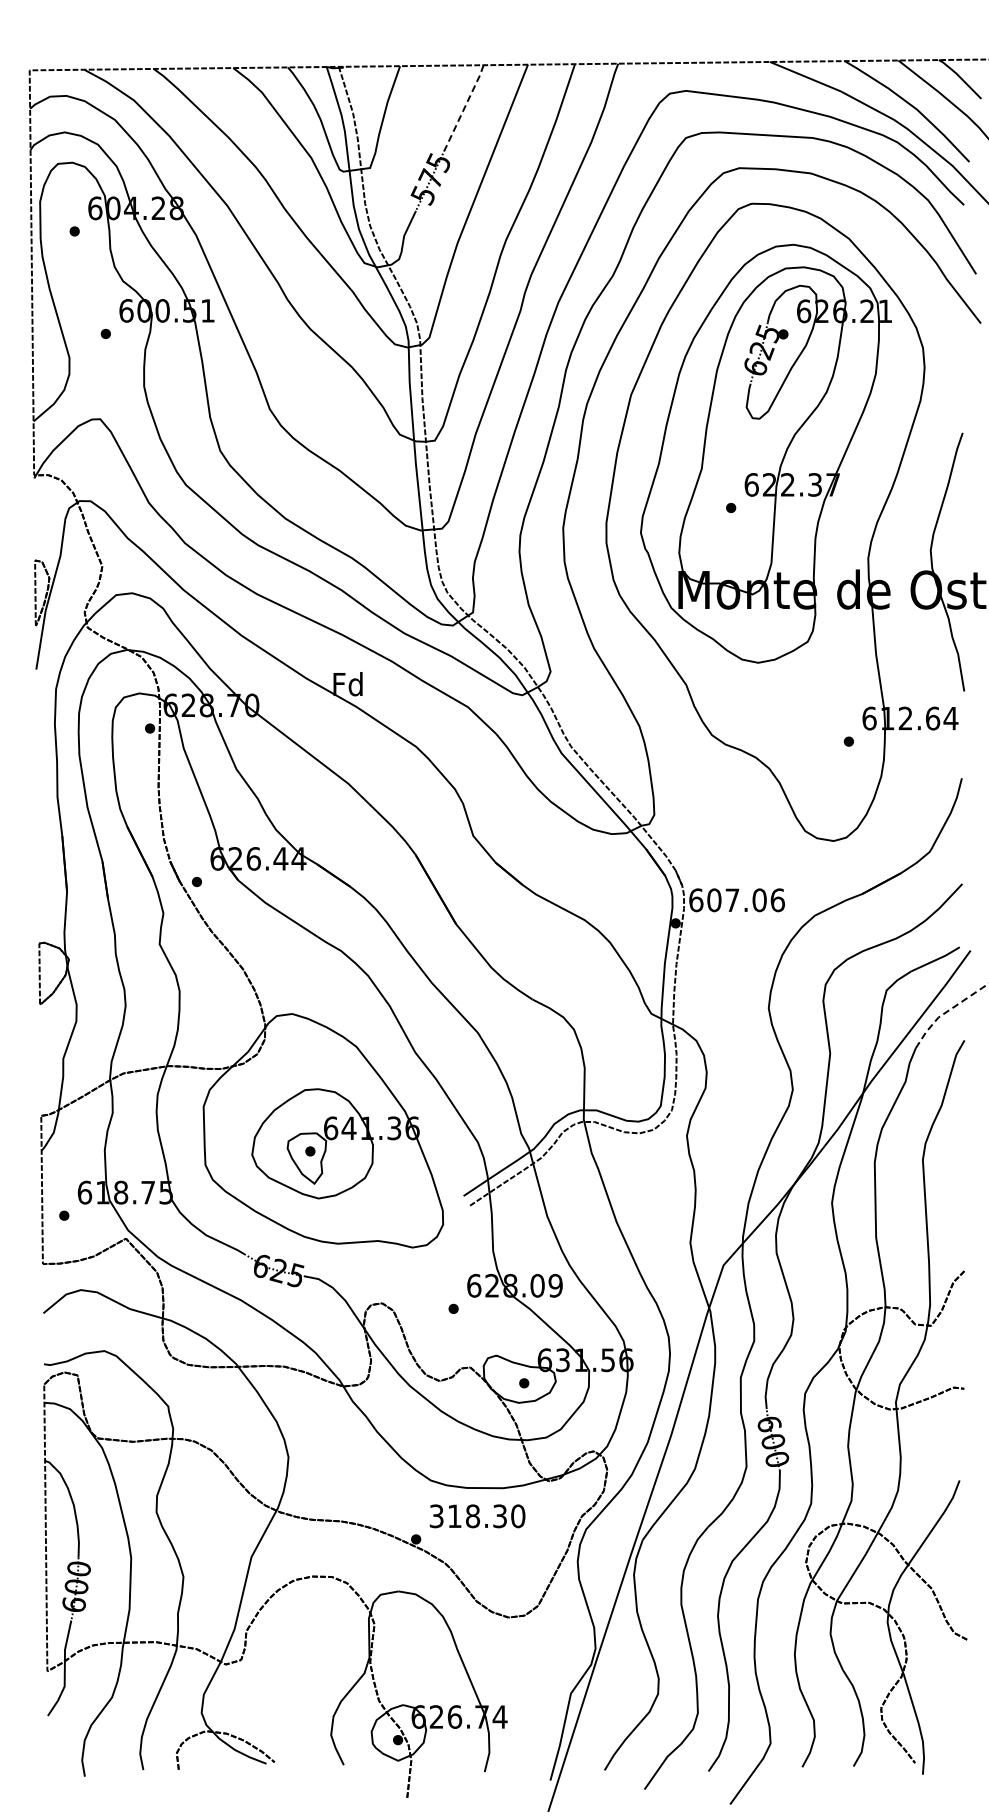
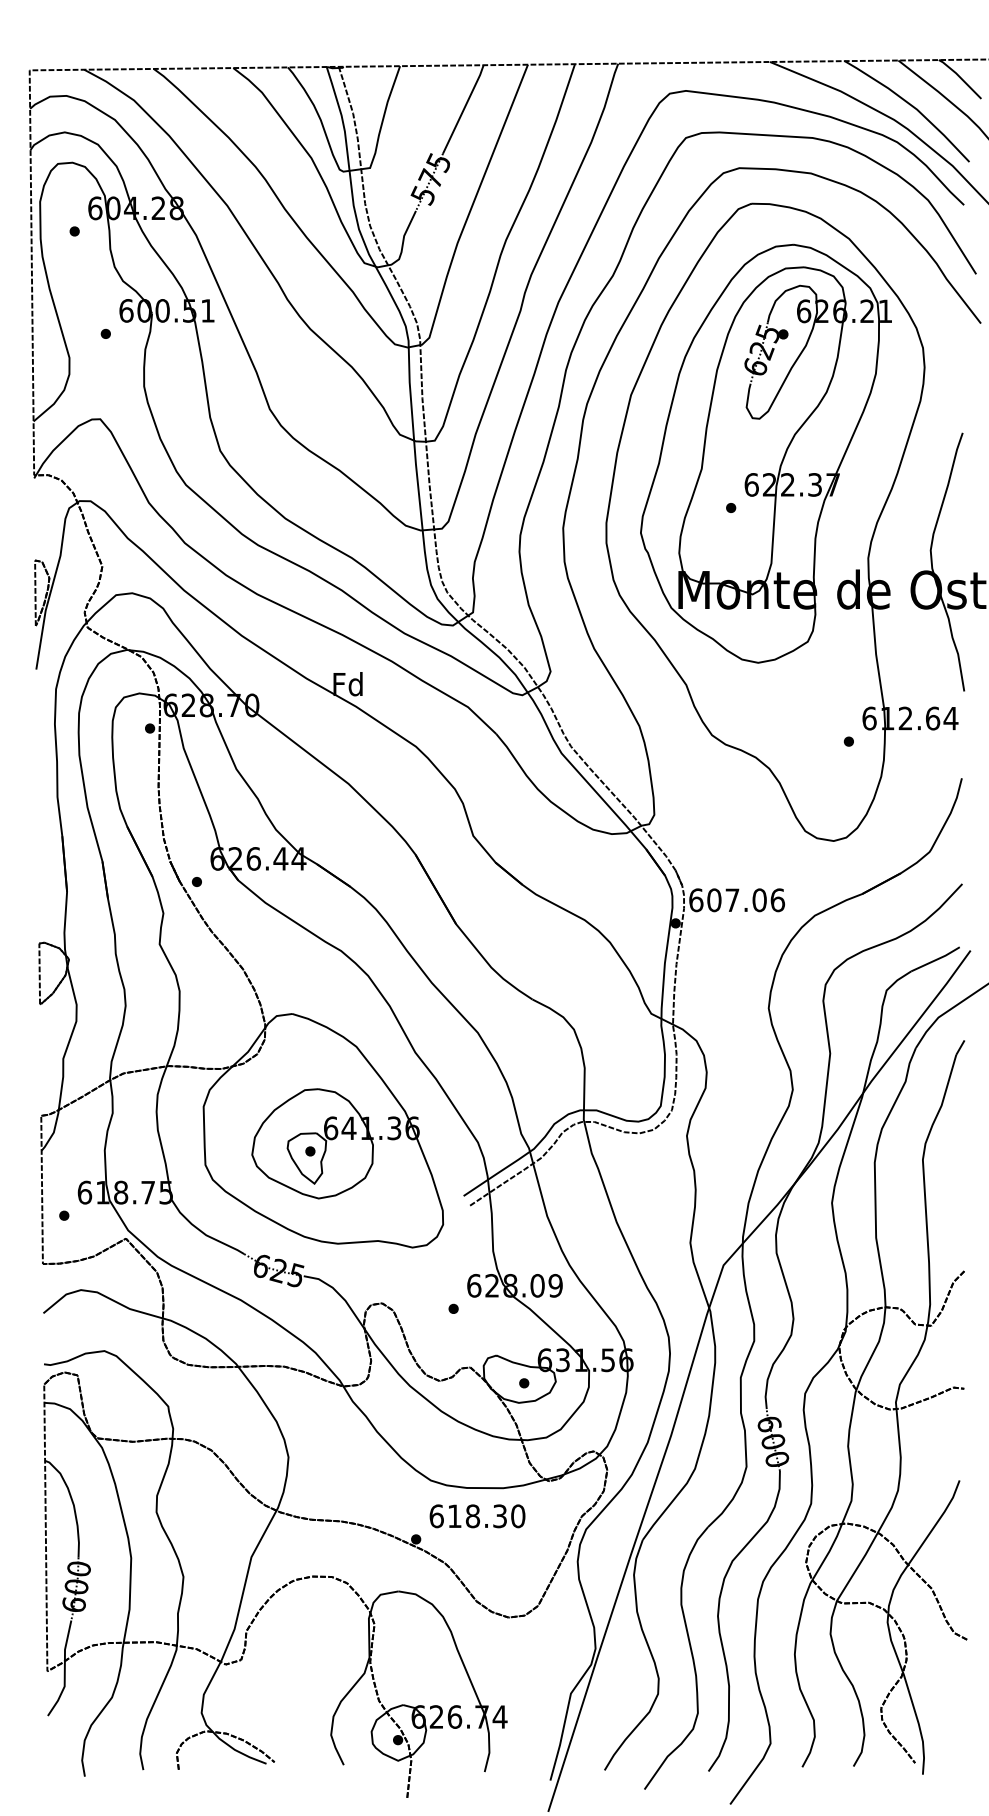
line at (464, 108): dashed -> solid
line at (946, 1012): dashed -> solid
text at (436, 1516): 318.30 -> 618.30
